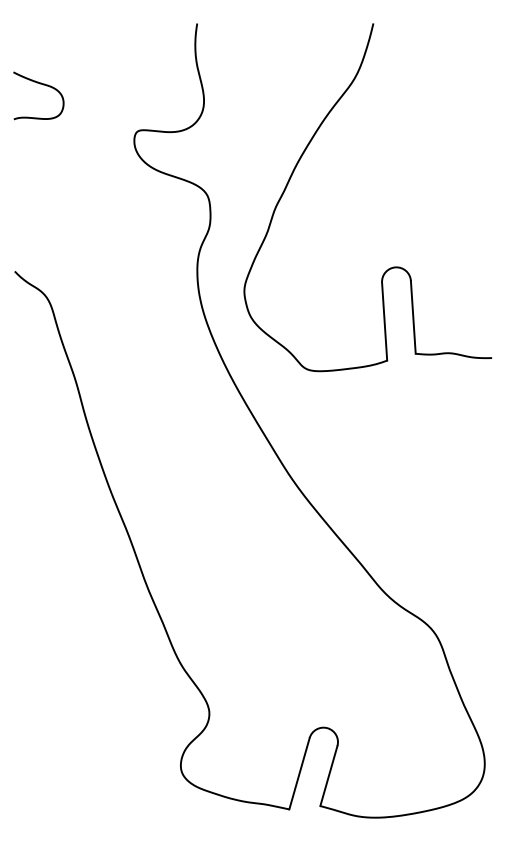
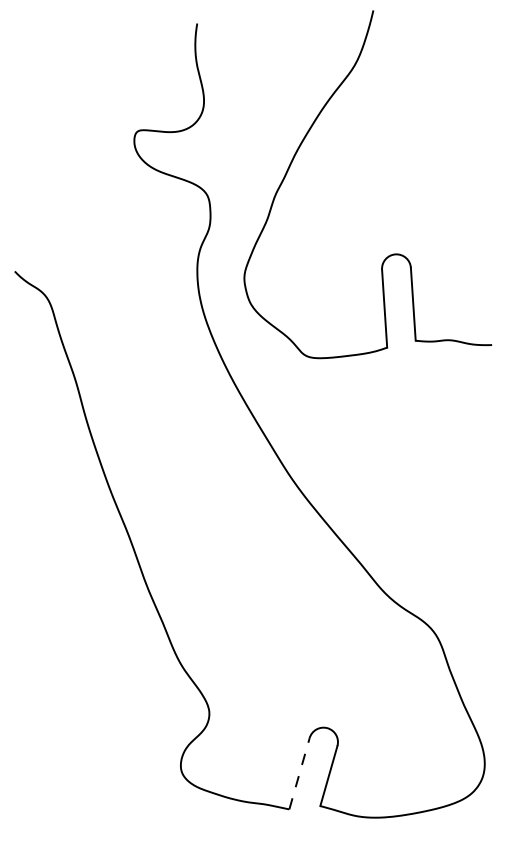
curve at (40, 84): present -> none
part at (390, 267) position: (390, 267) -> (390, 254)
line at (299, 773): solid -> dashed
